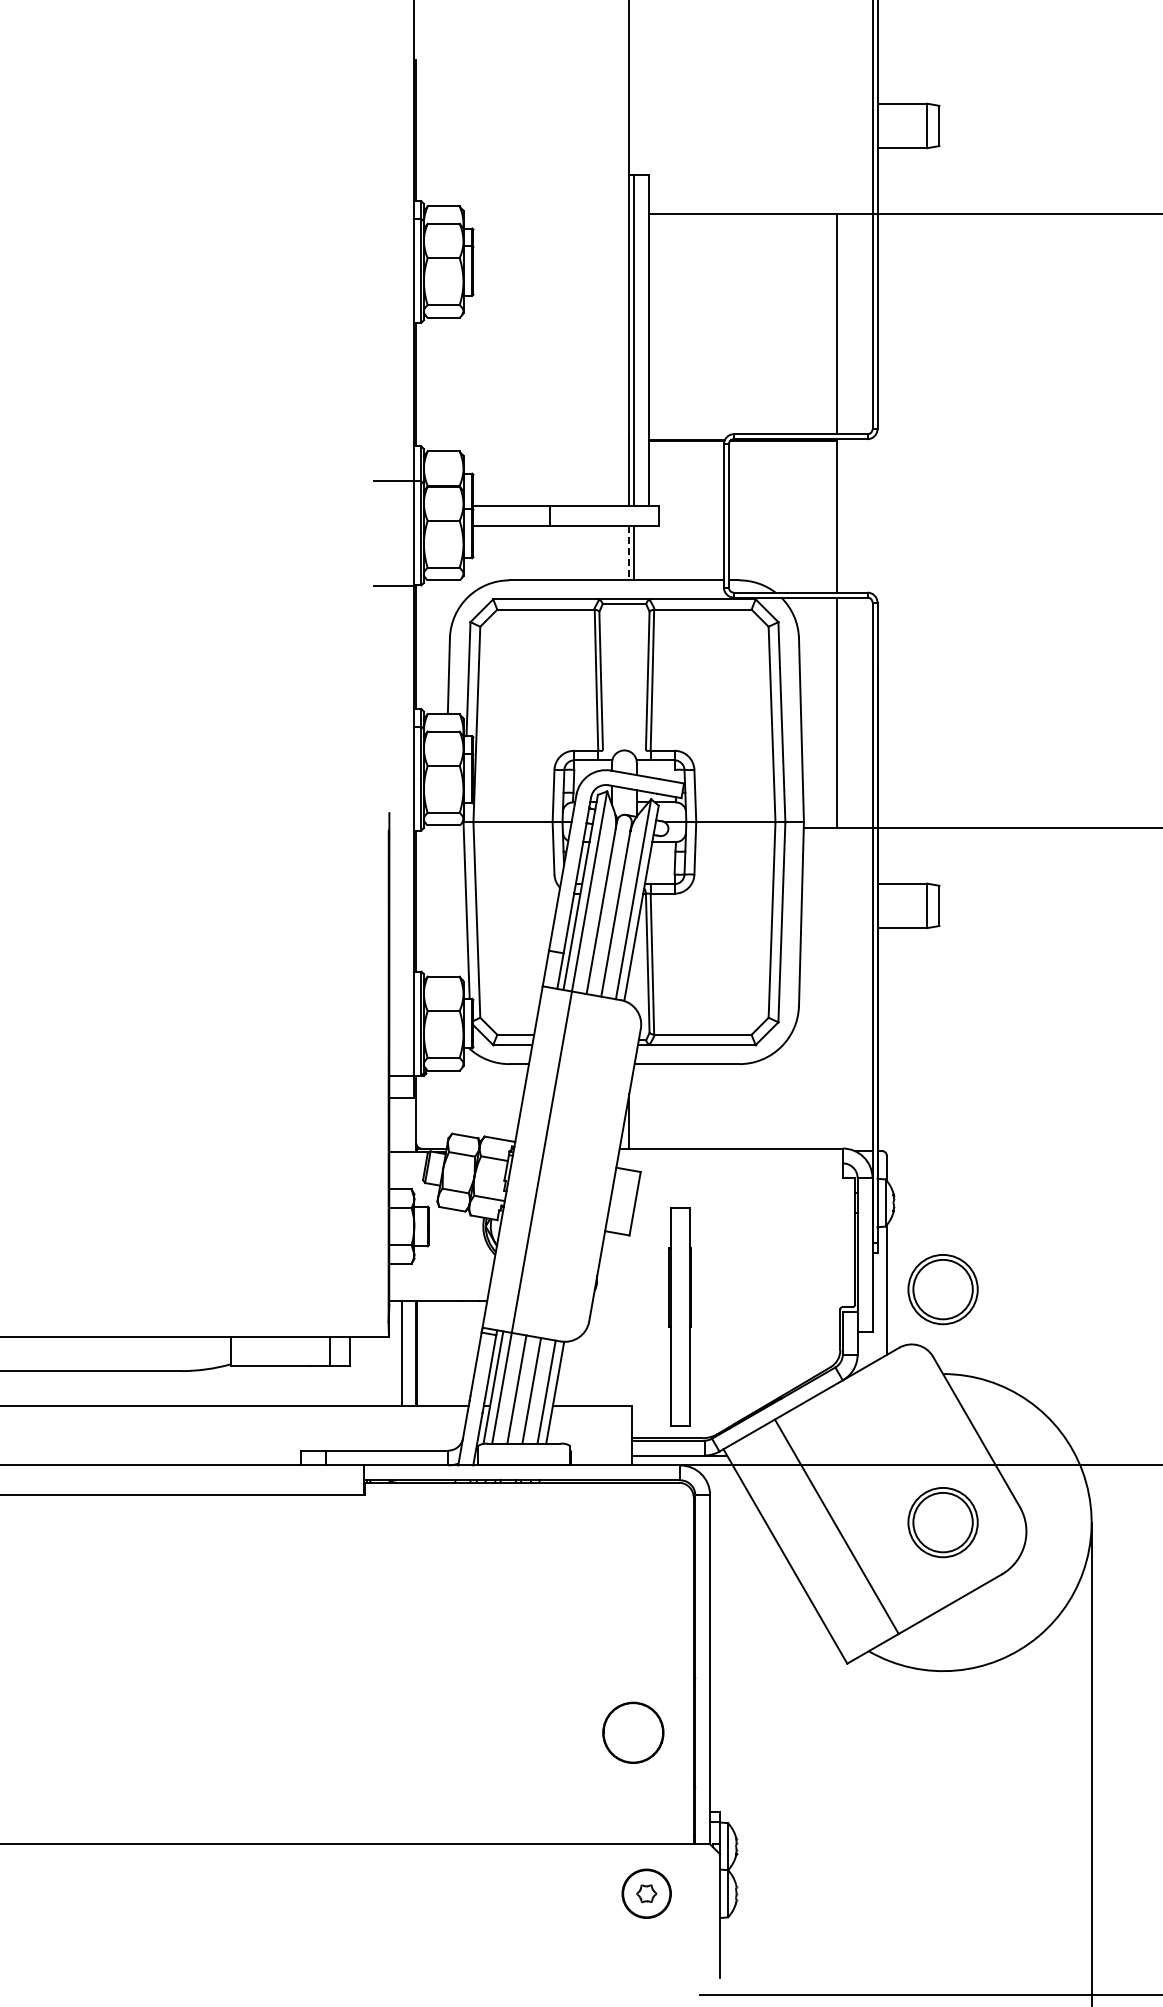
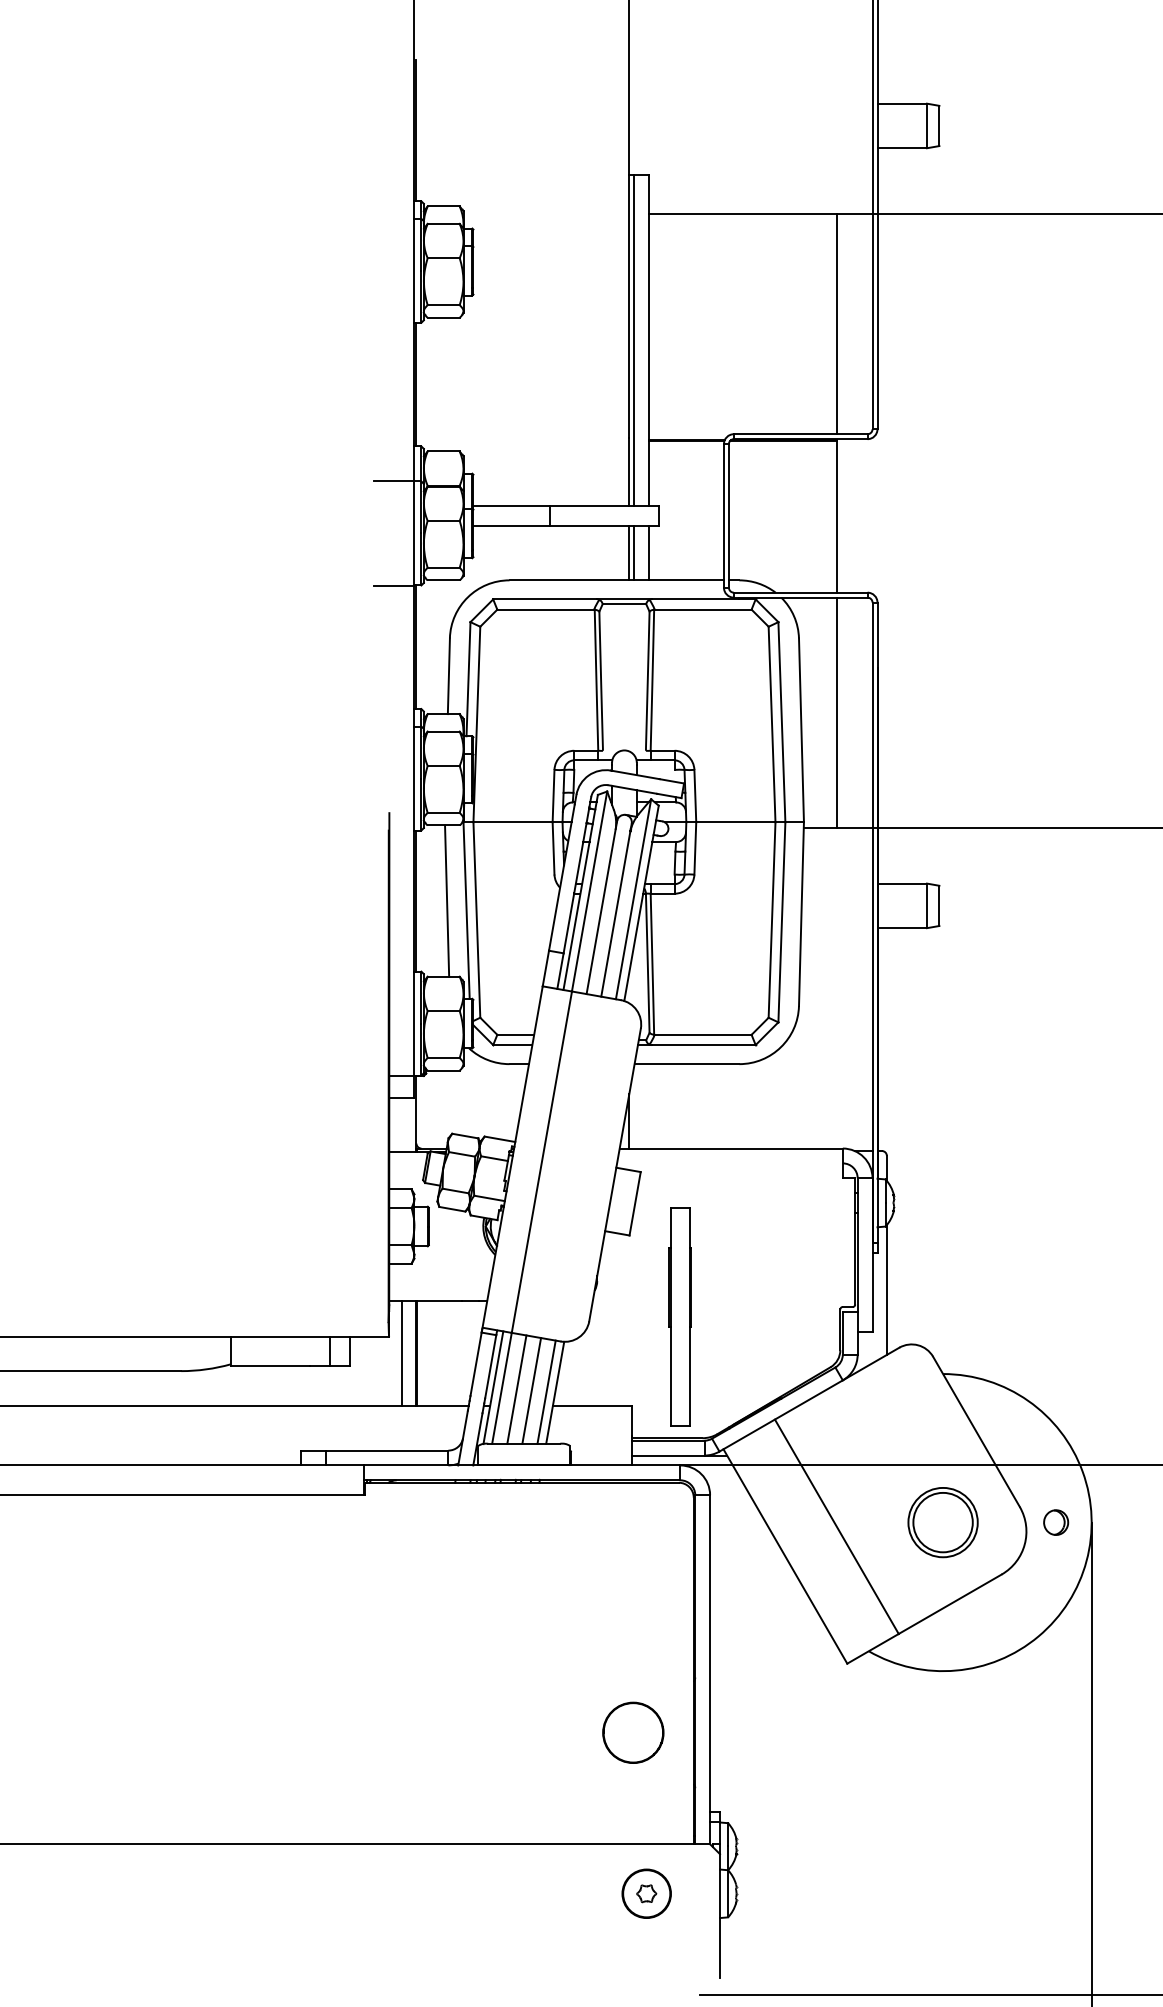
line at (649, 552): none -> present
line at (629, 553): dashed -> solid
line at (447, 900): none -> present
part at (942, 1289): present -> none
part at (1056, 1522): none -> present
